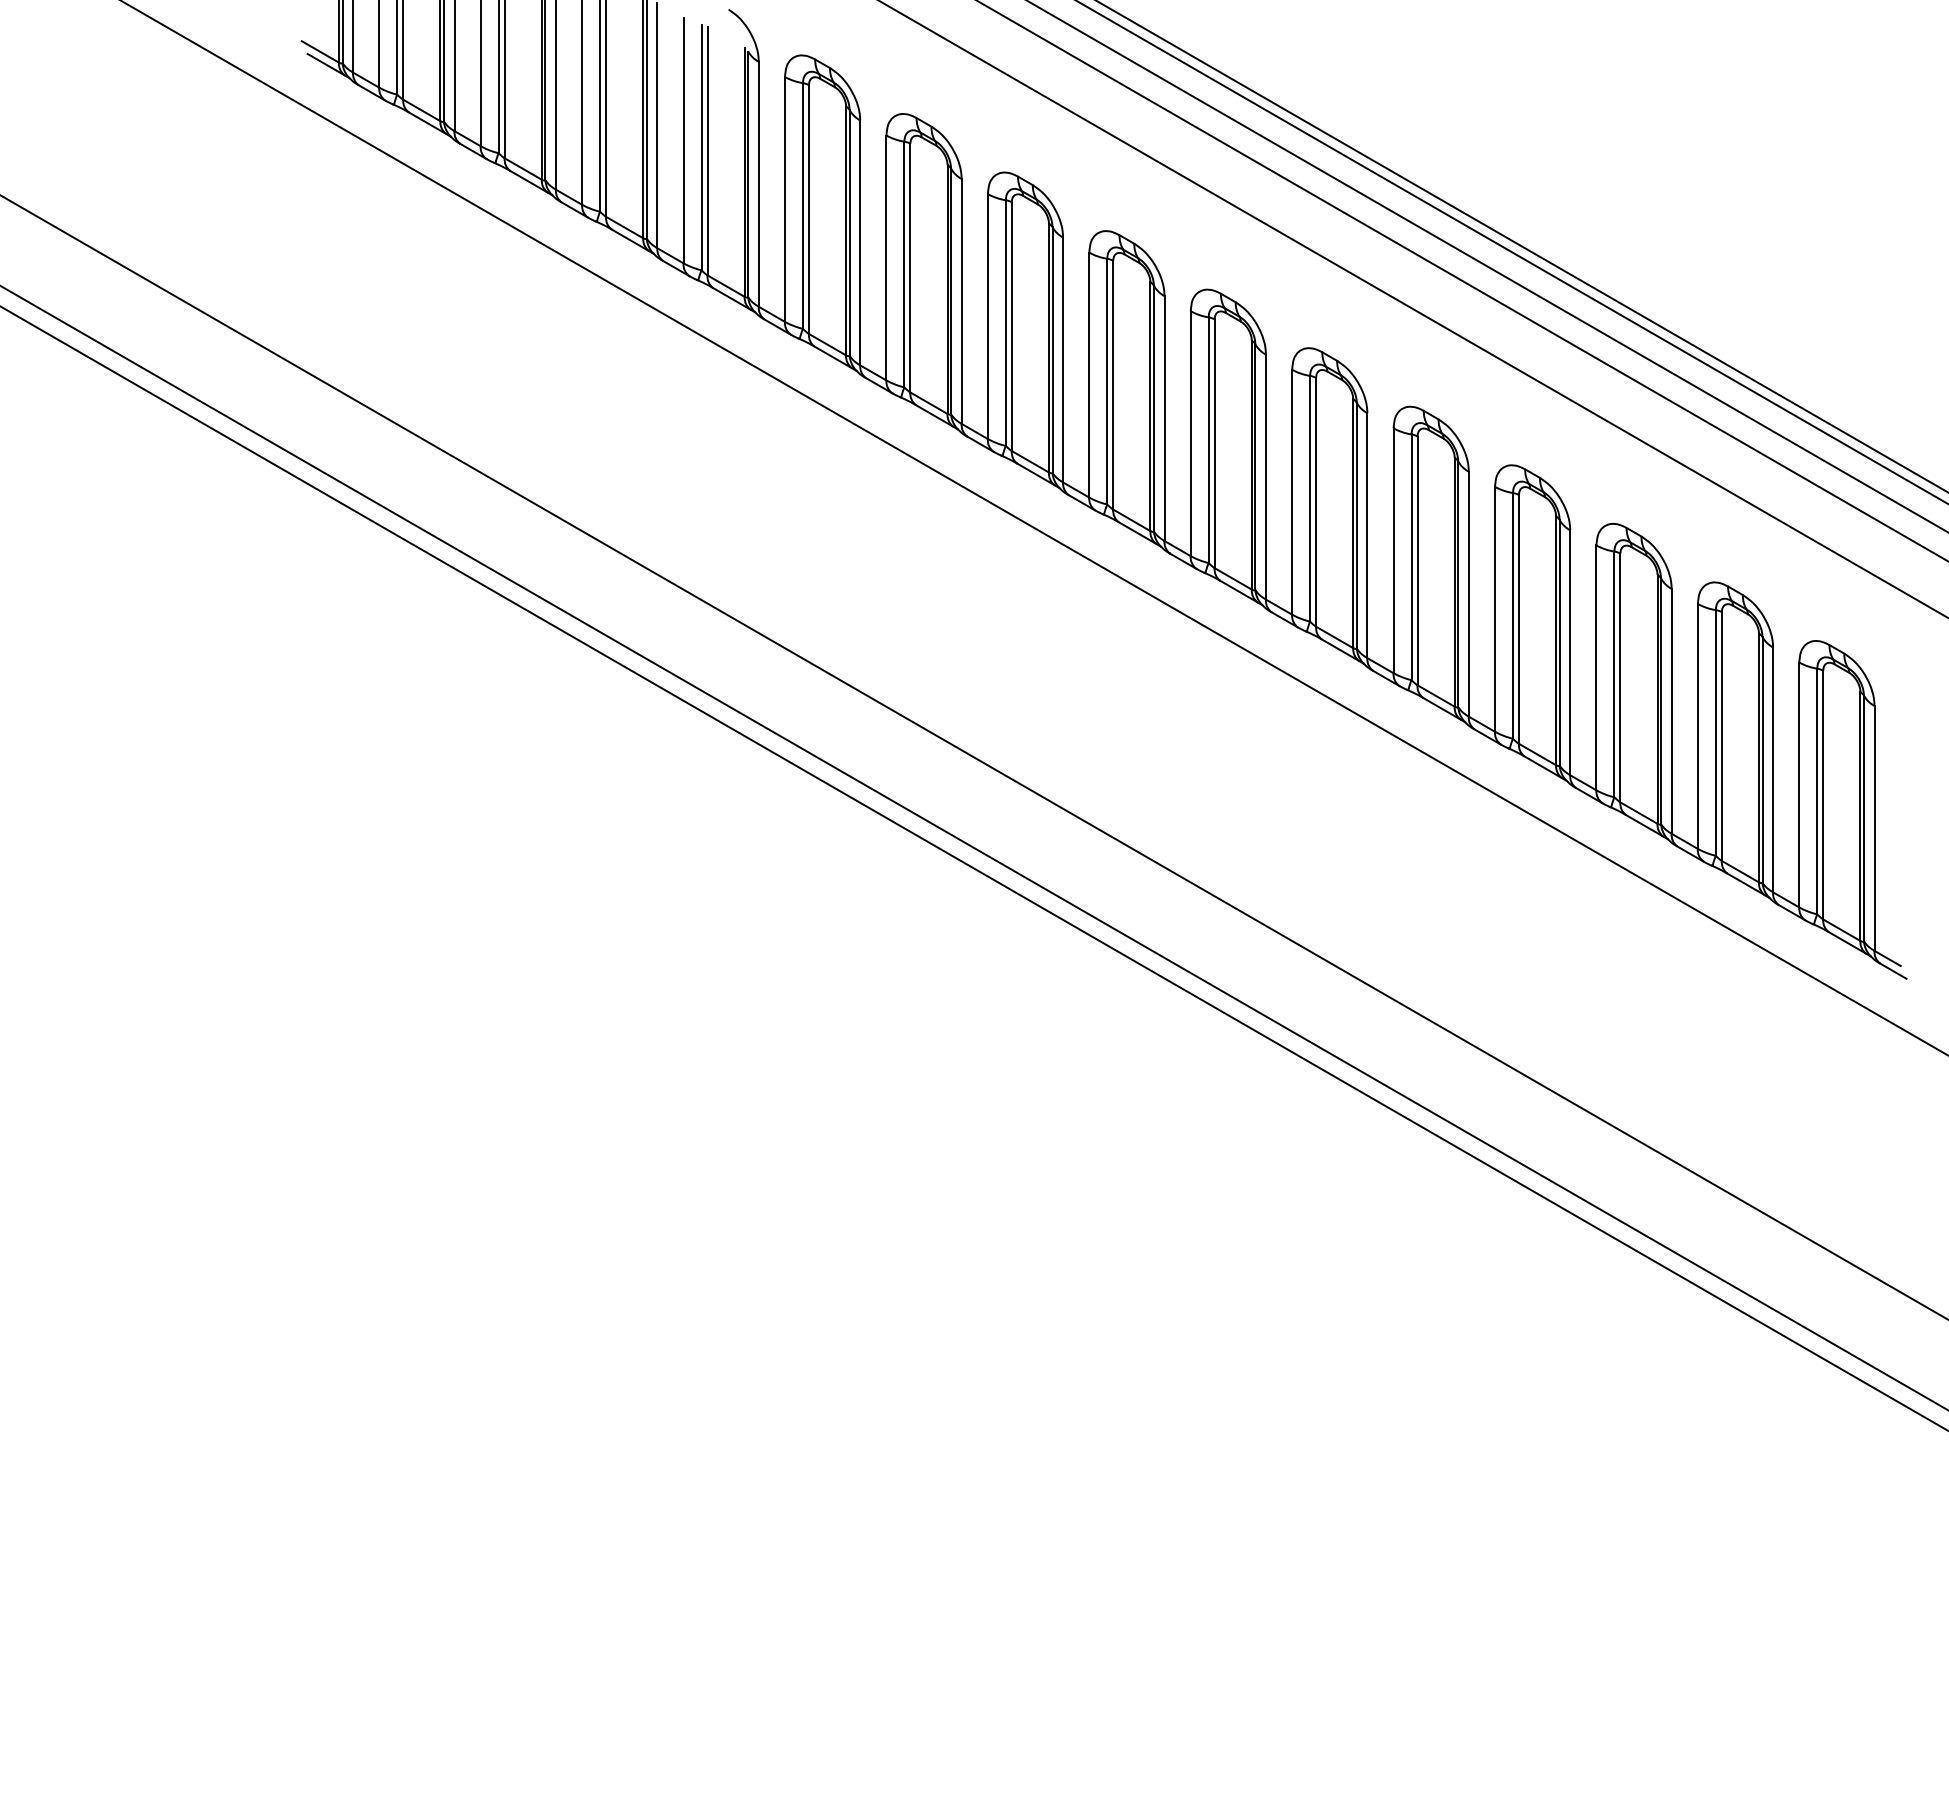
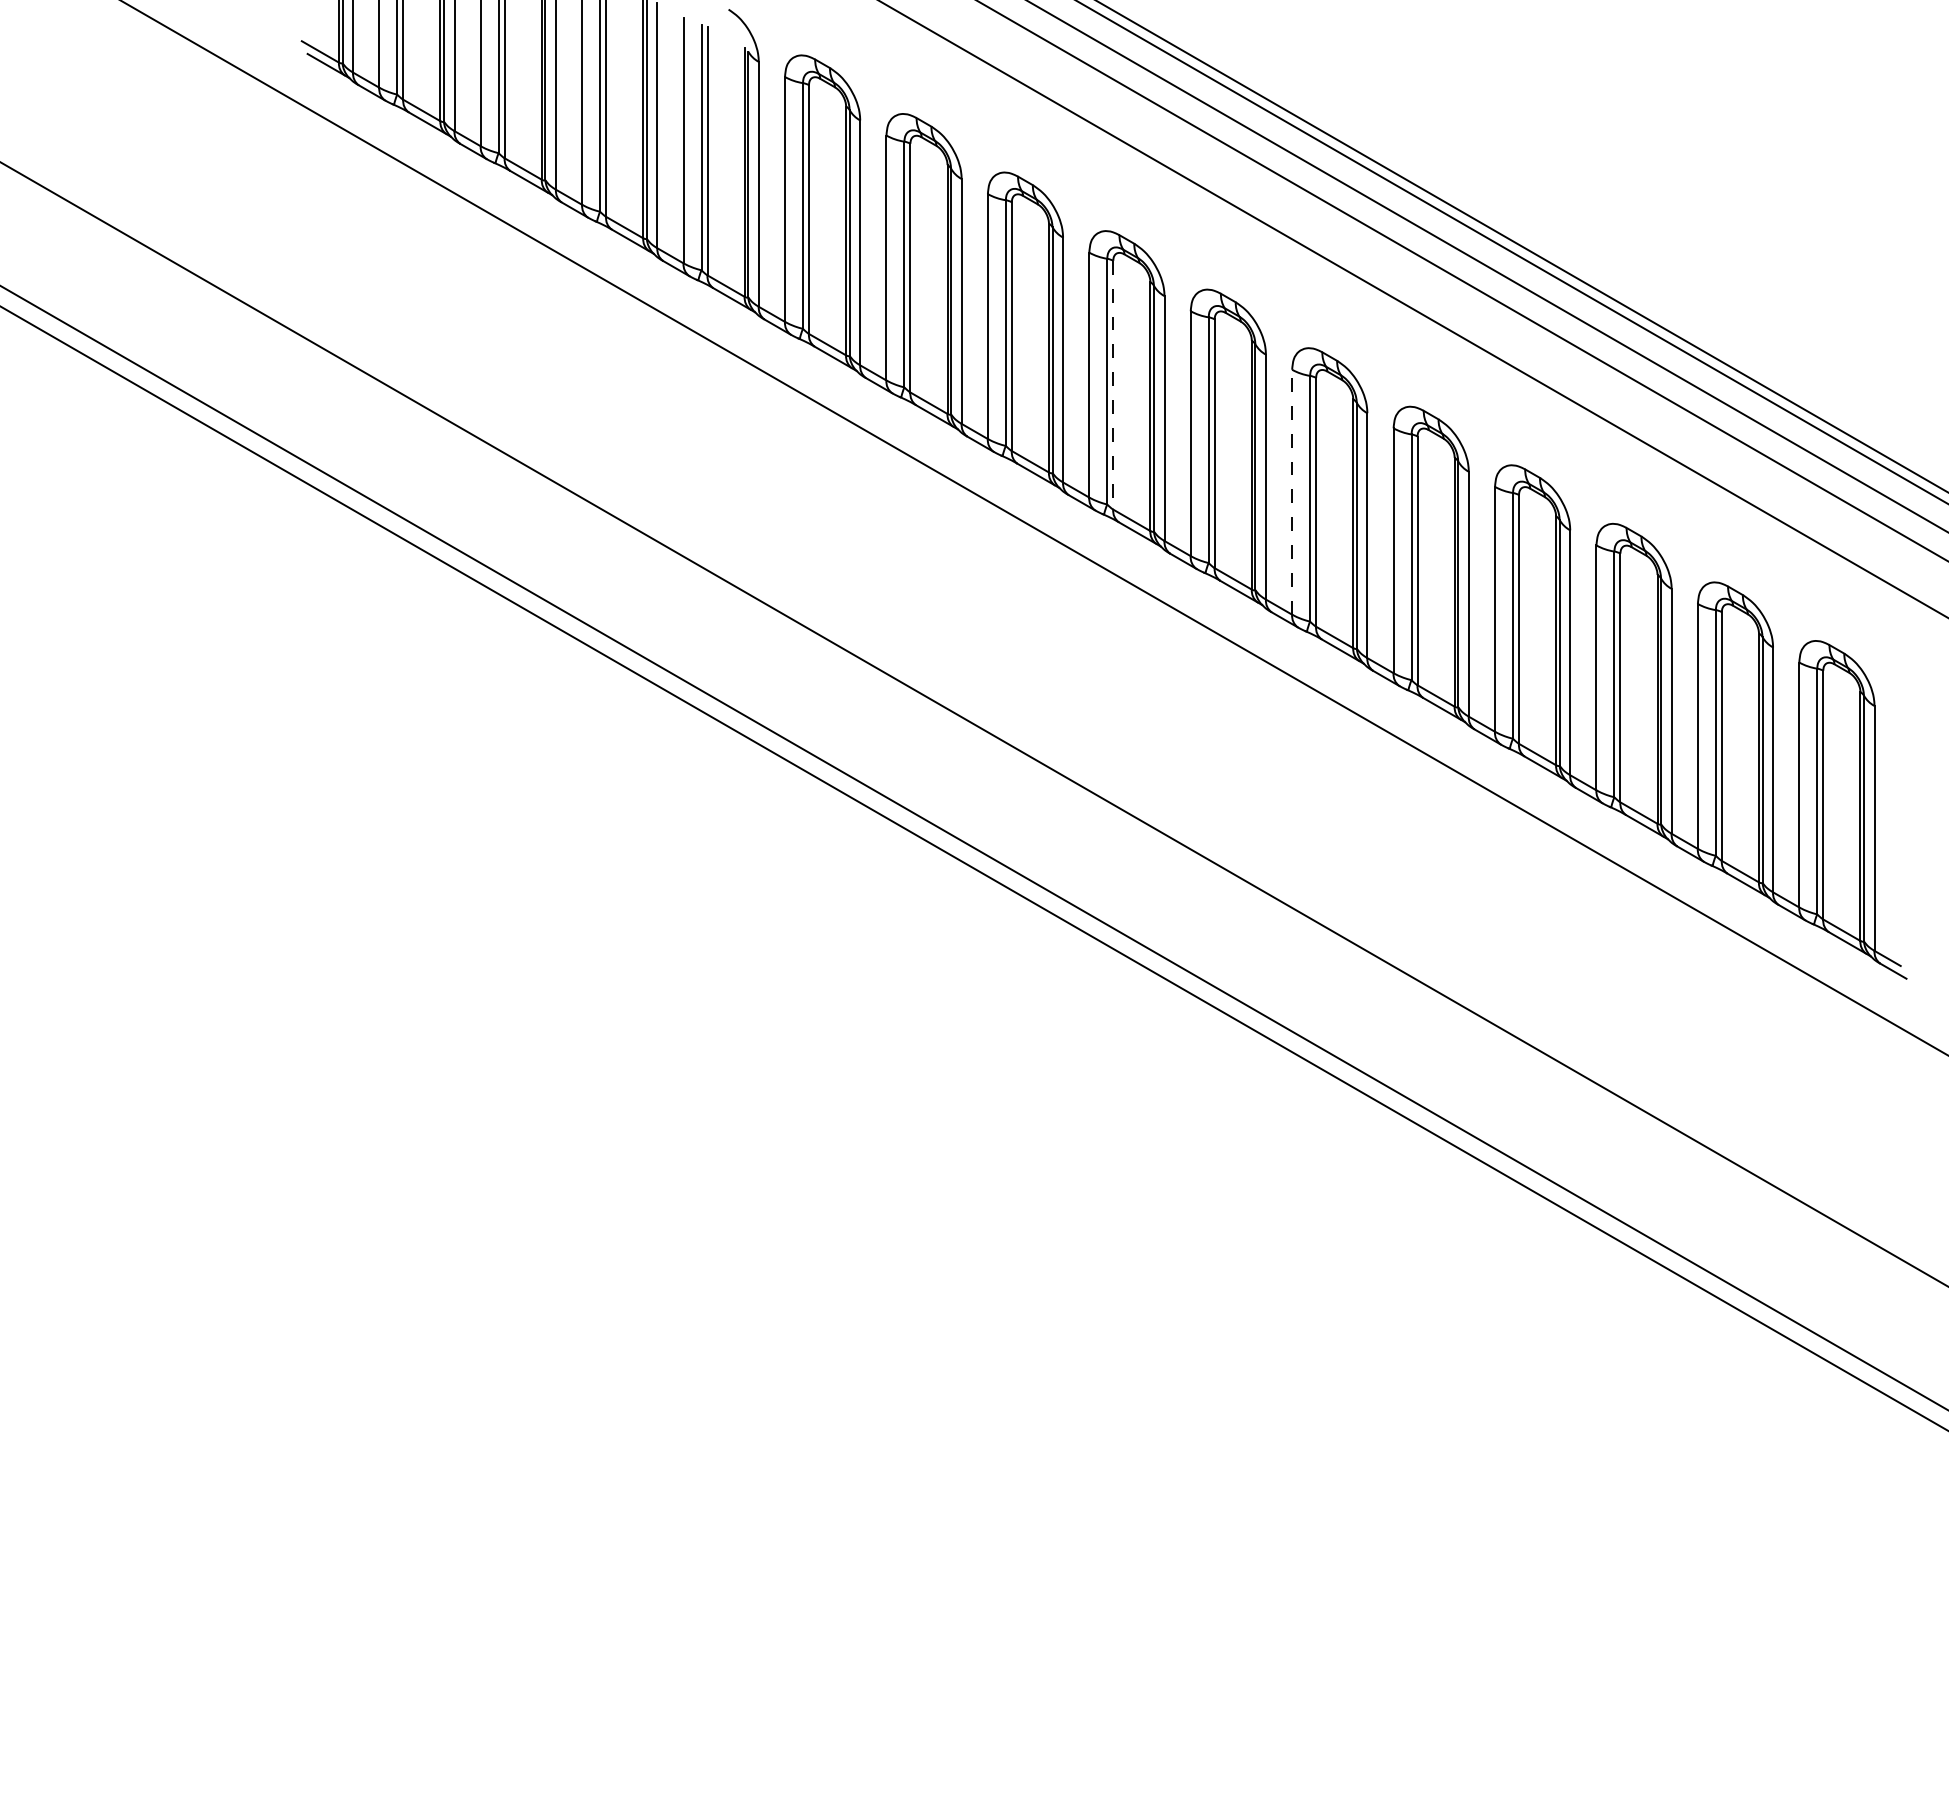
line at (1113, 385): solid -> dashed
line at (1292, 491): solid -> dashed
line at (973, 757) position: (973, 757) -> (973, 724)
